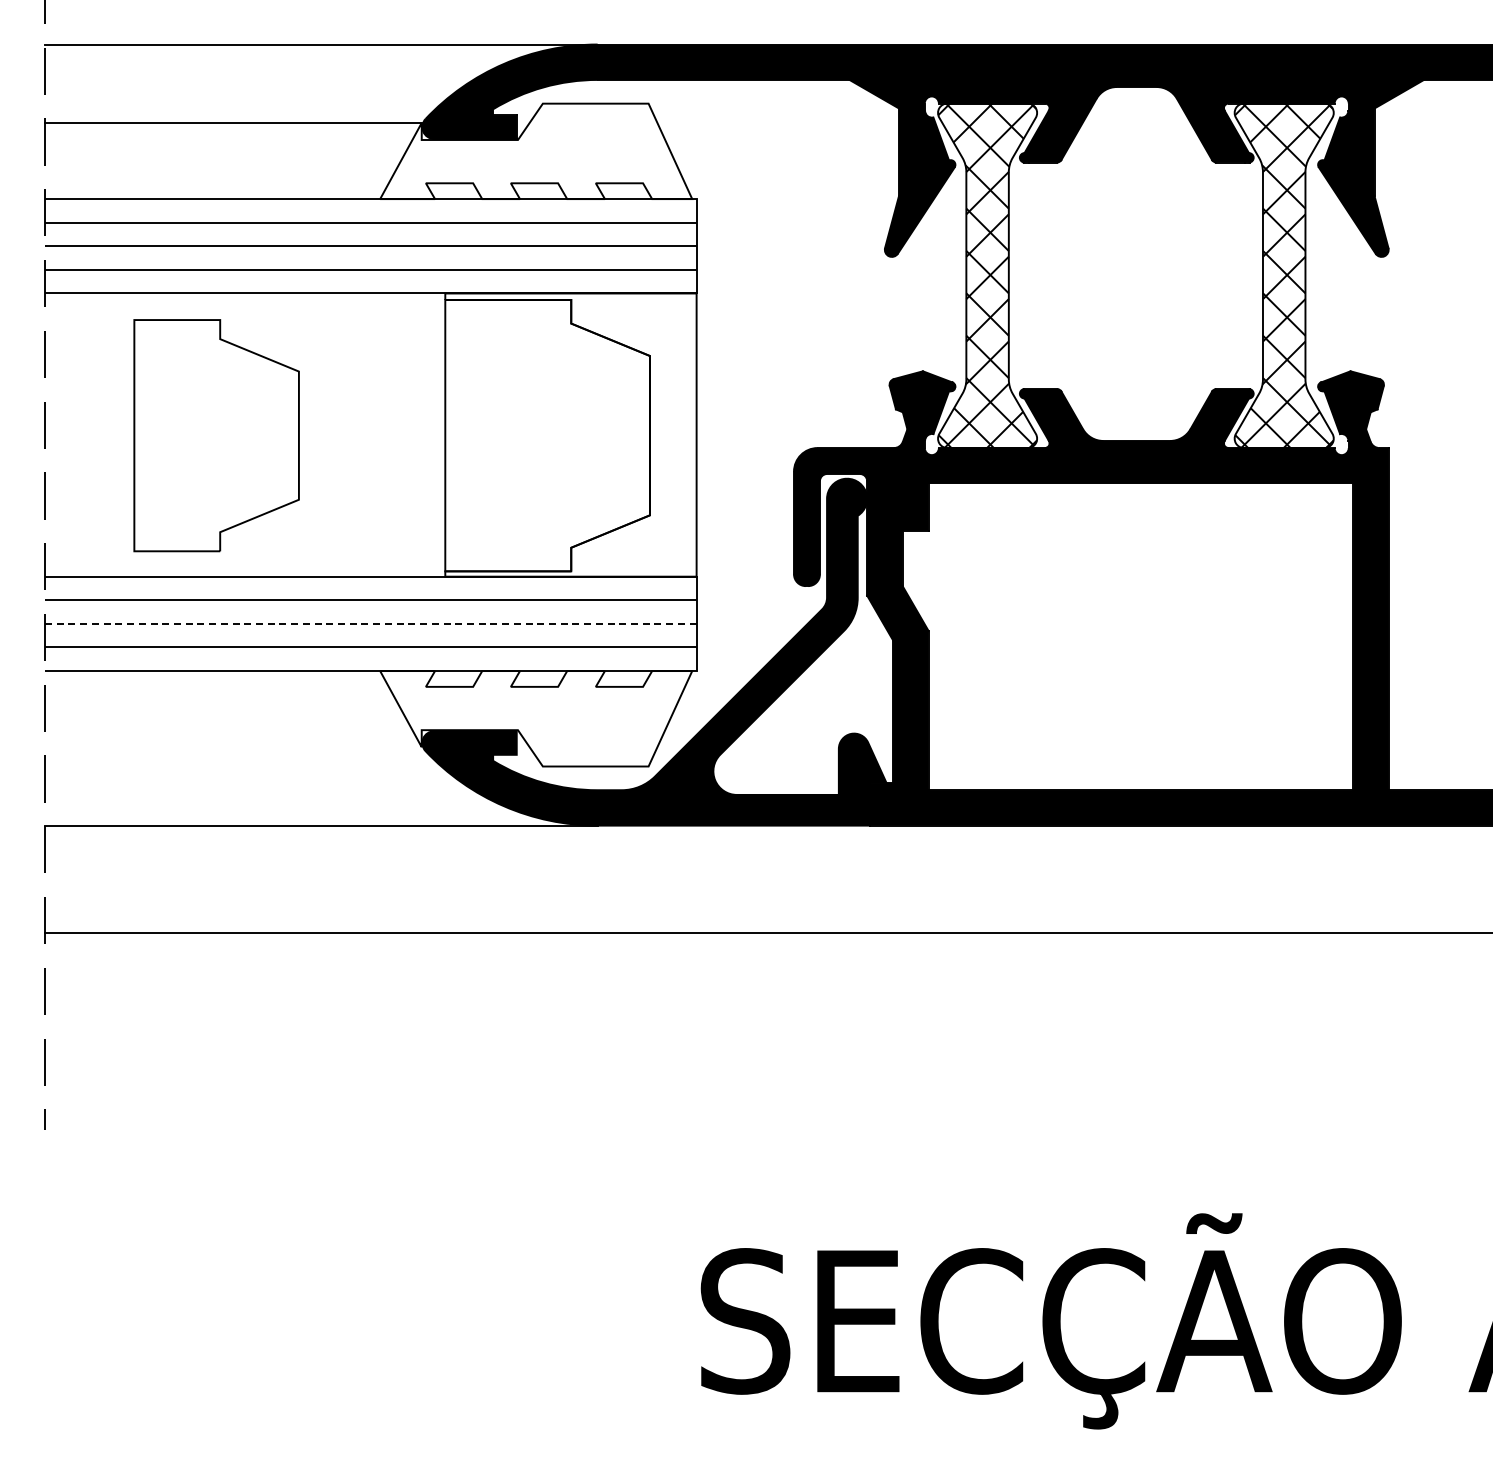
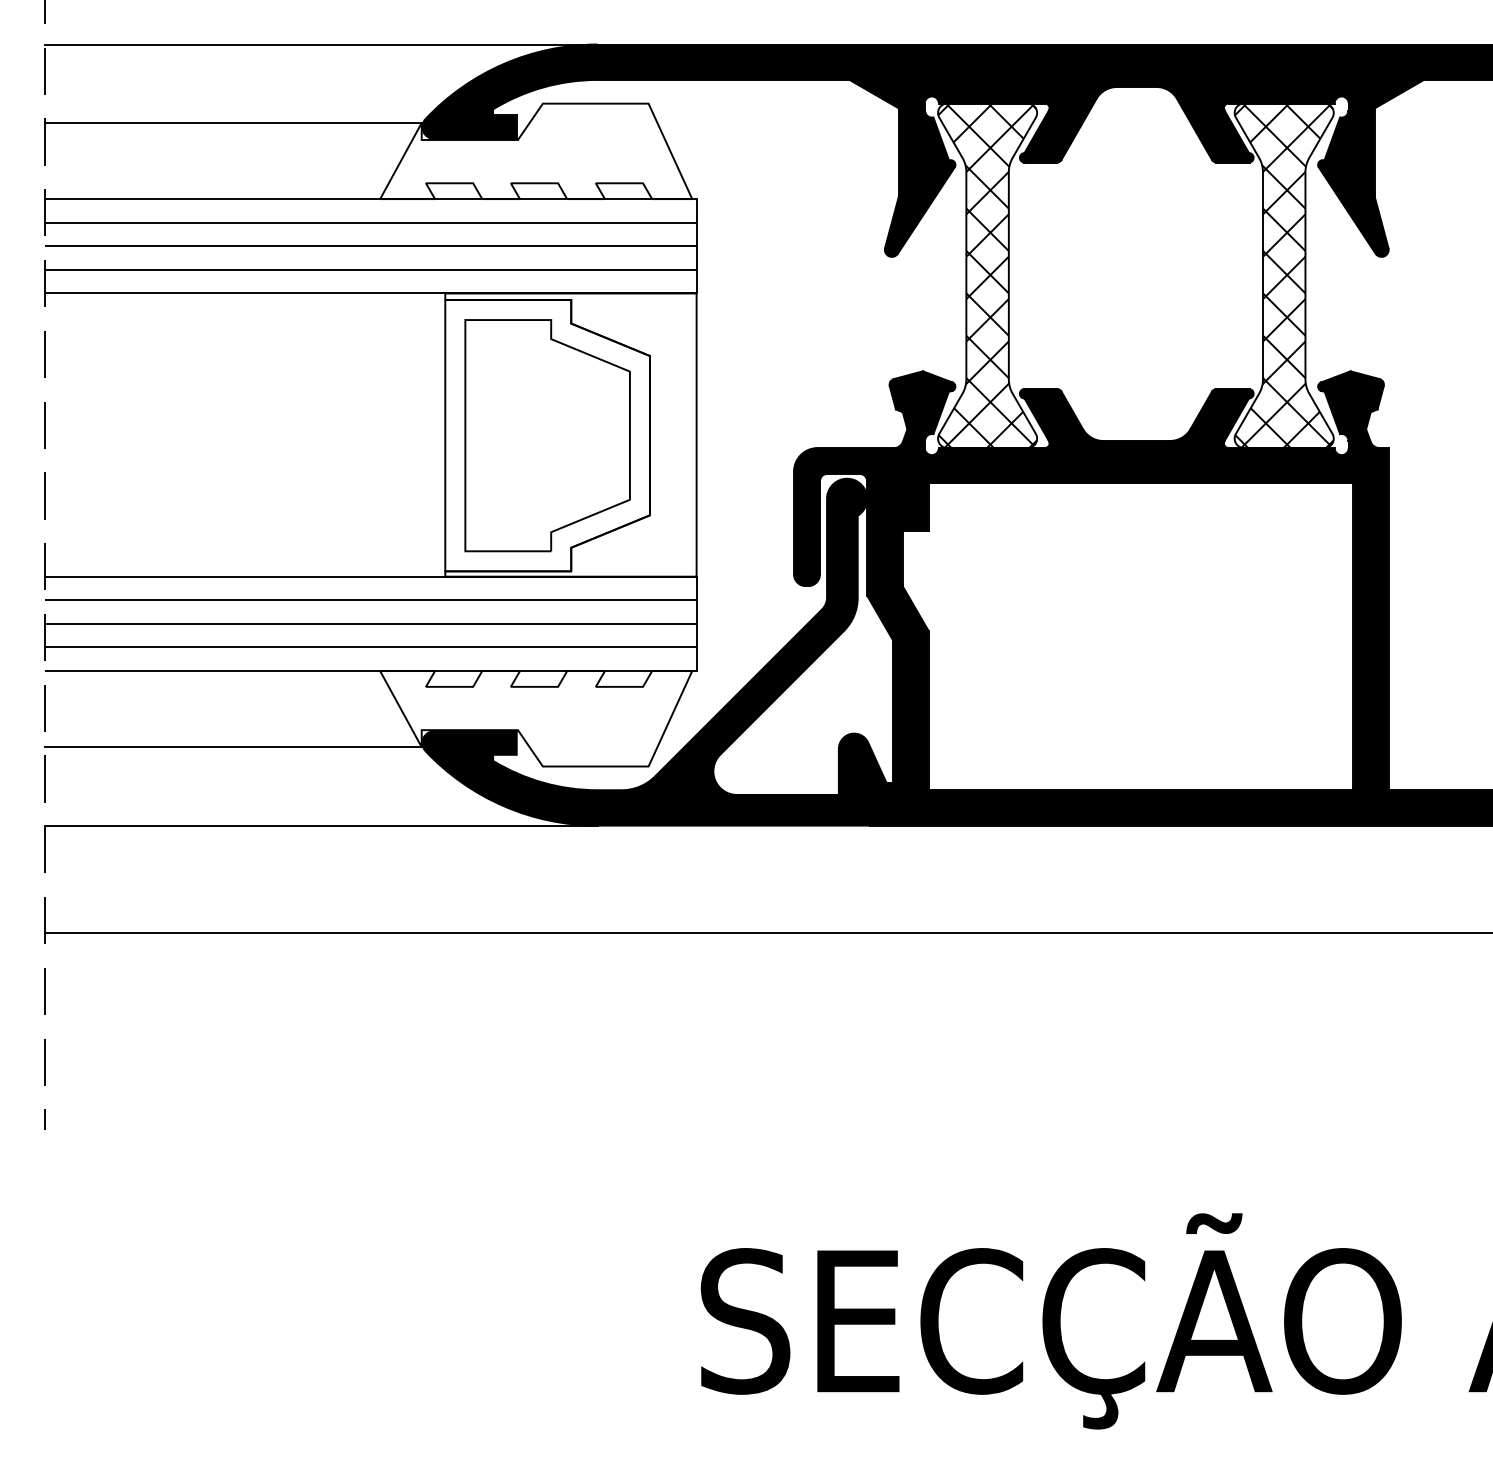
part at (216, 435) position: (216, 435) -> (547, 435)
line at (370, 623): dashed -> solid
line at (232, 747): none -> present
